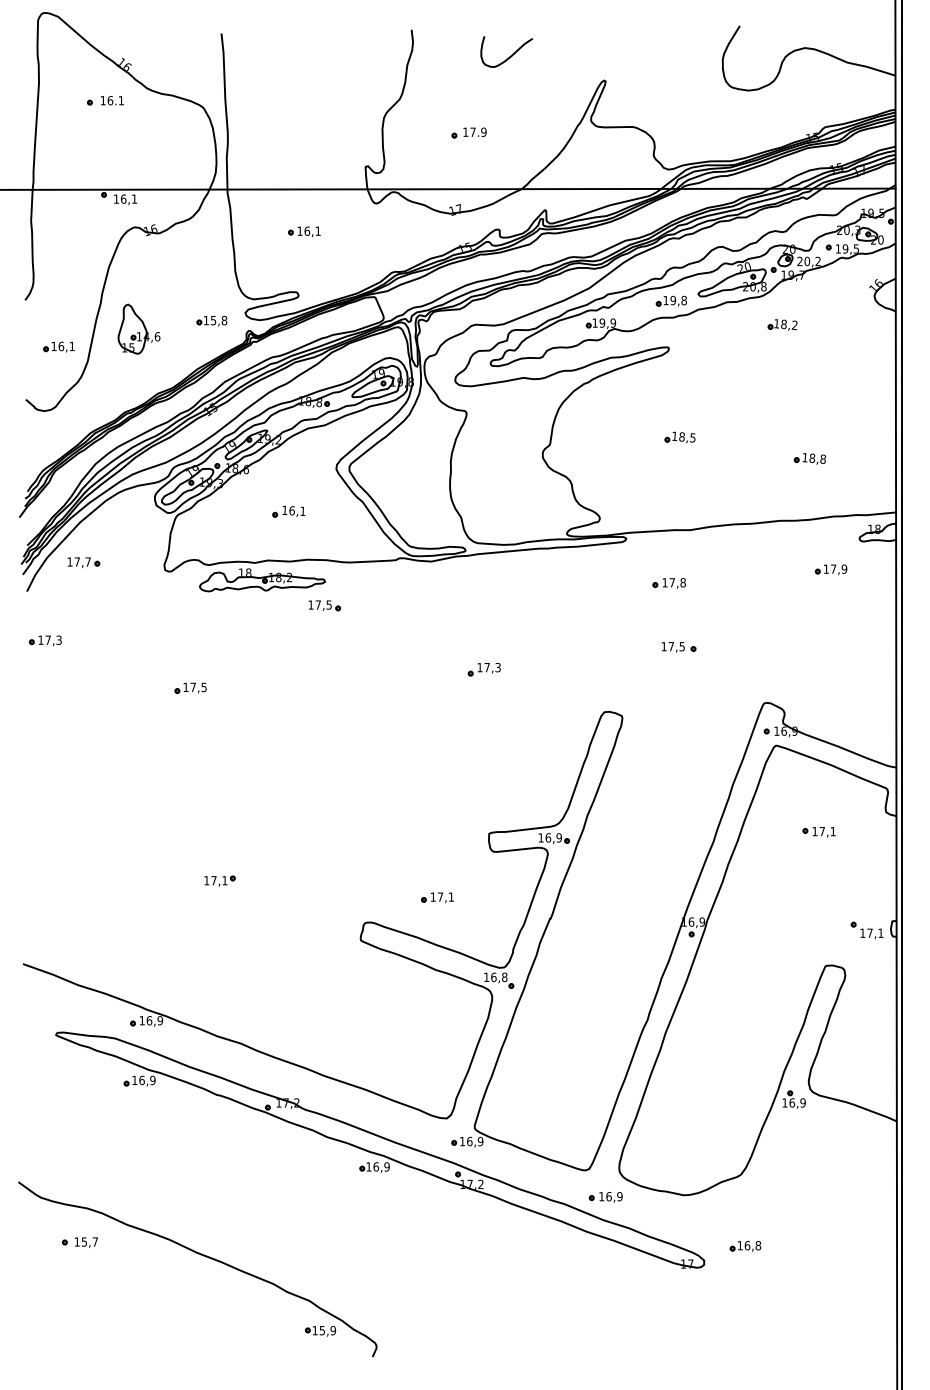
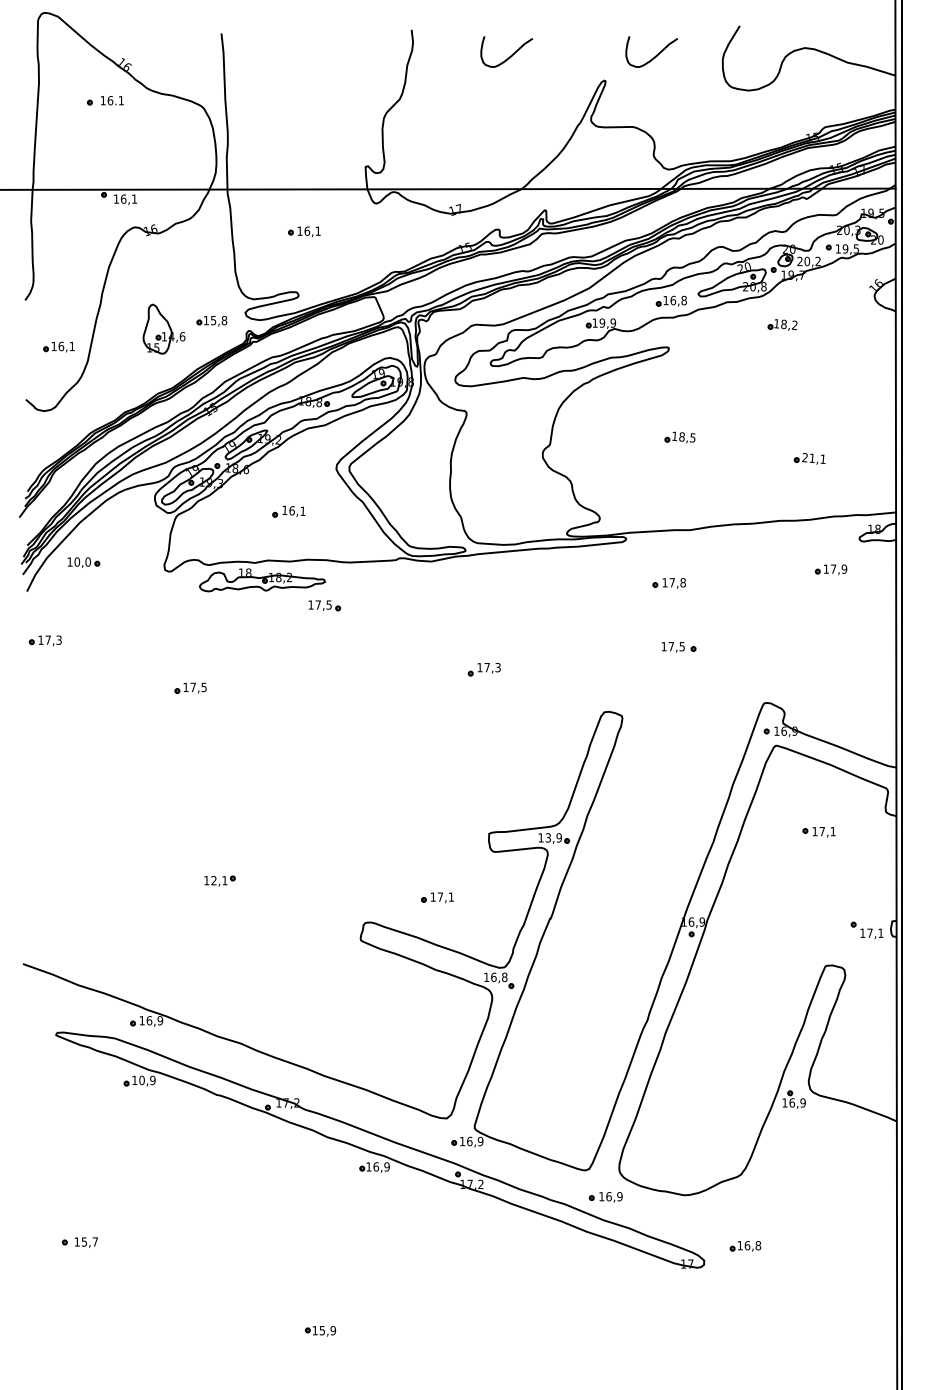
curve at (655, 55): none -> present
part at (468, 132): present -> none
text at (673, 300): 19,8 -> 16,8
part at (138, 328) position: (138, 328) -> (163, 328)
text at (813, 458): 18,8 -> 21,1
text at (82, 561): 17,7 -> 10,0
text at (548, 837): 16,9 -> 13,9
text at (213, 880): 17,1 -> 12,1
text at (141, 1079): 16,9 -> 10,9
curve at (200, 1255): present -> none
